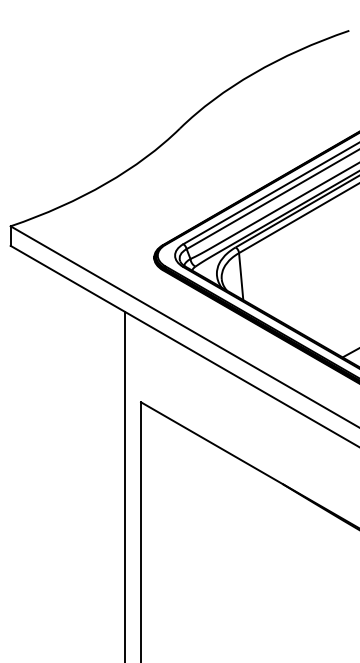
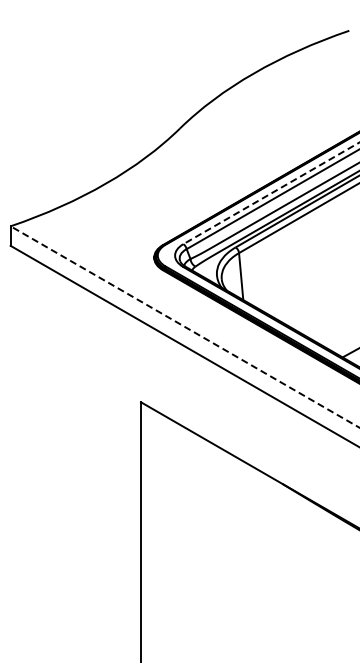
line at (271, 193): solid -> dashed
line at (184, 326): solid -> dashed
line at (124, 485): present -> none
